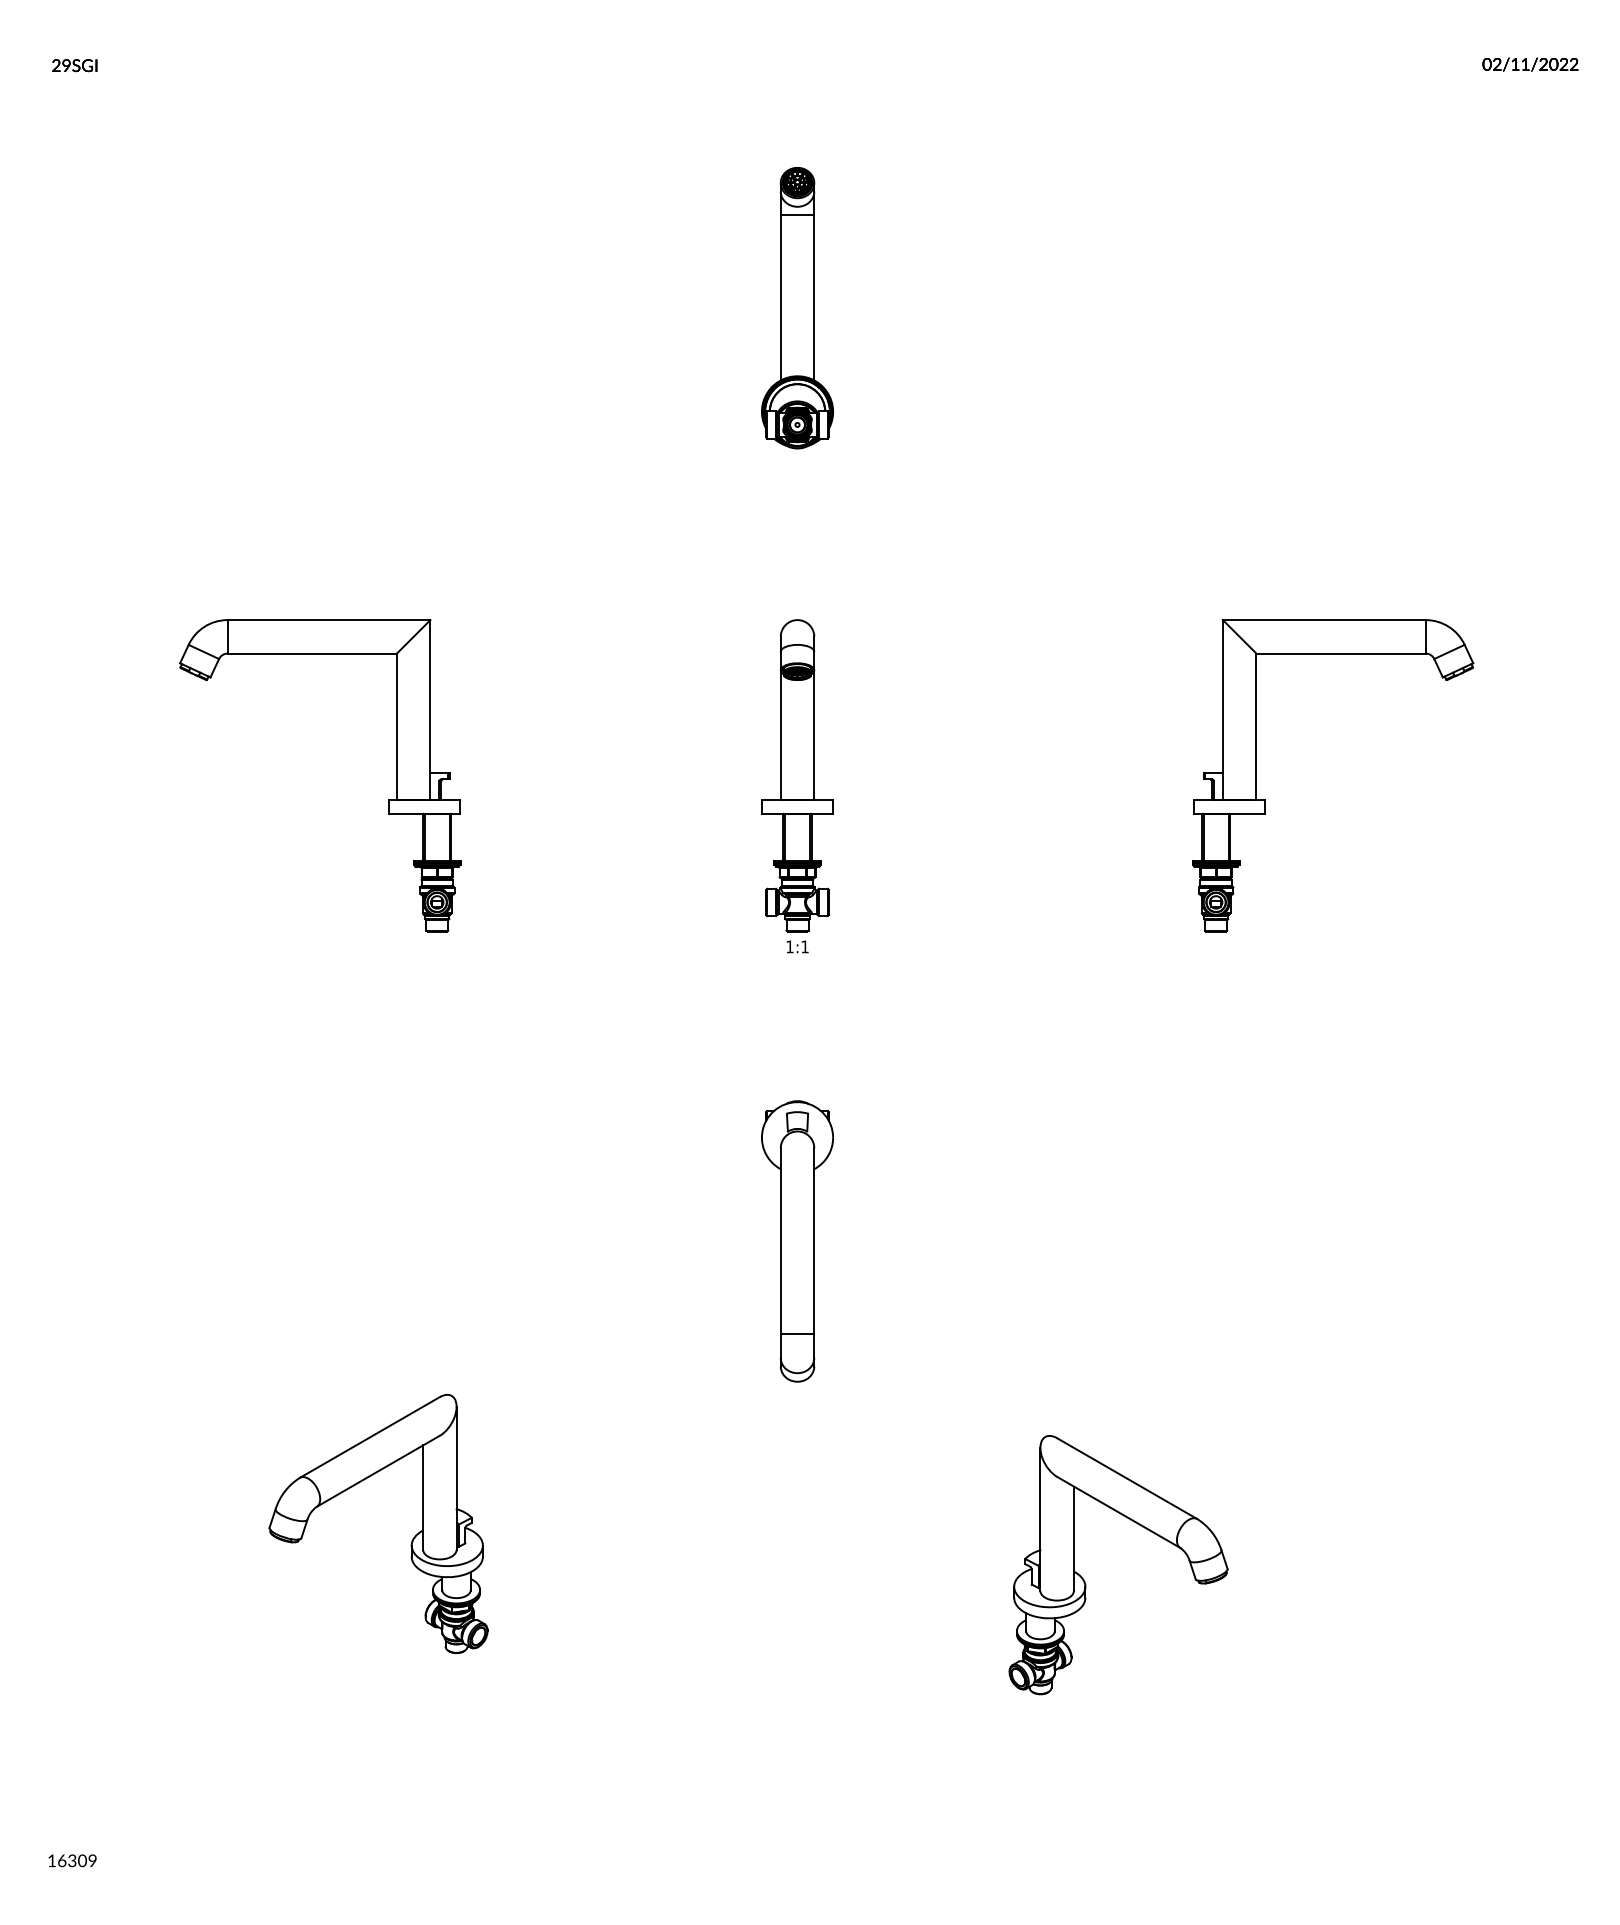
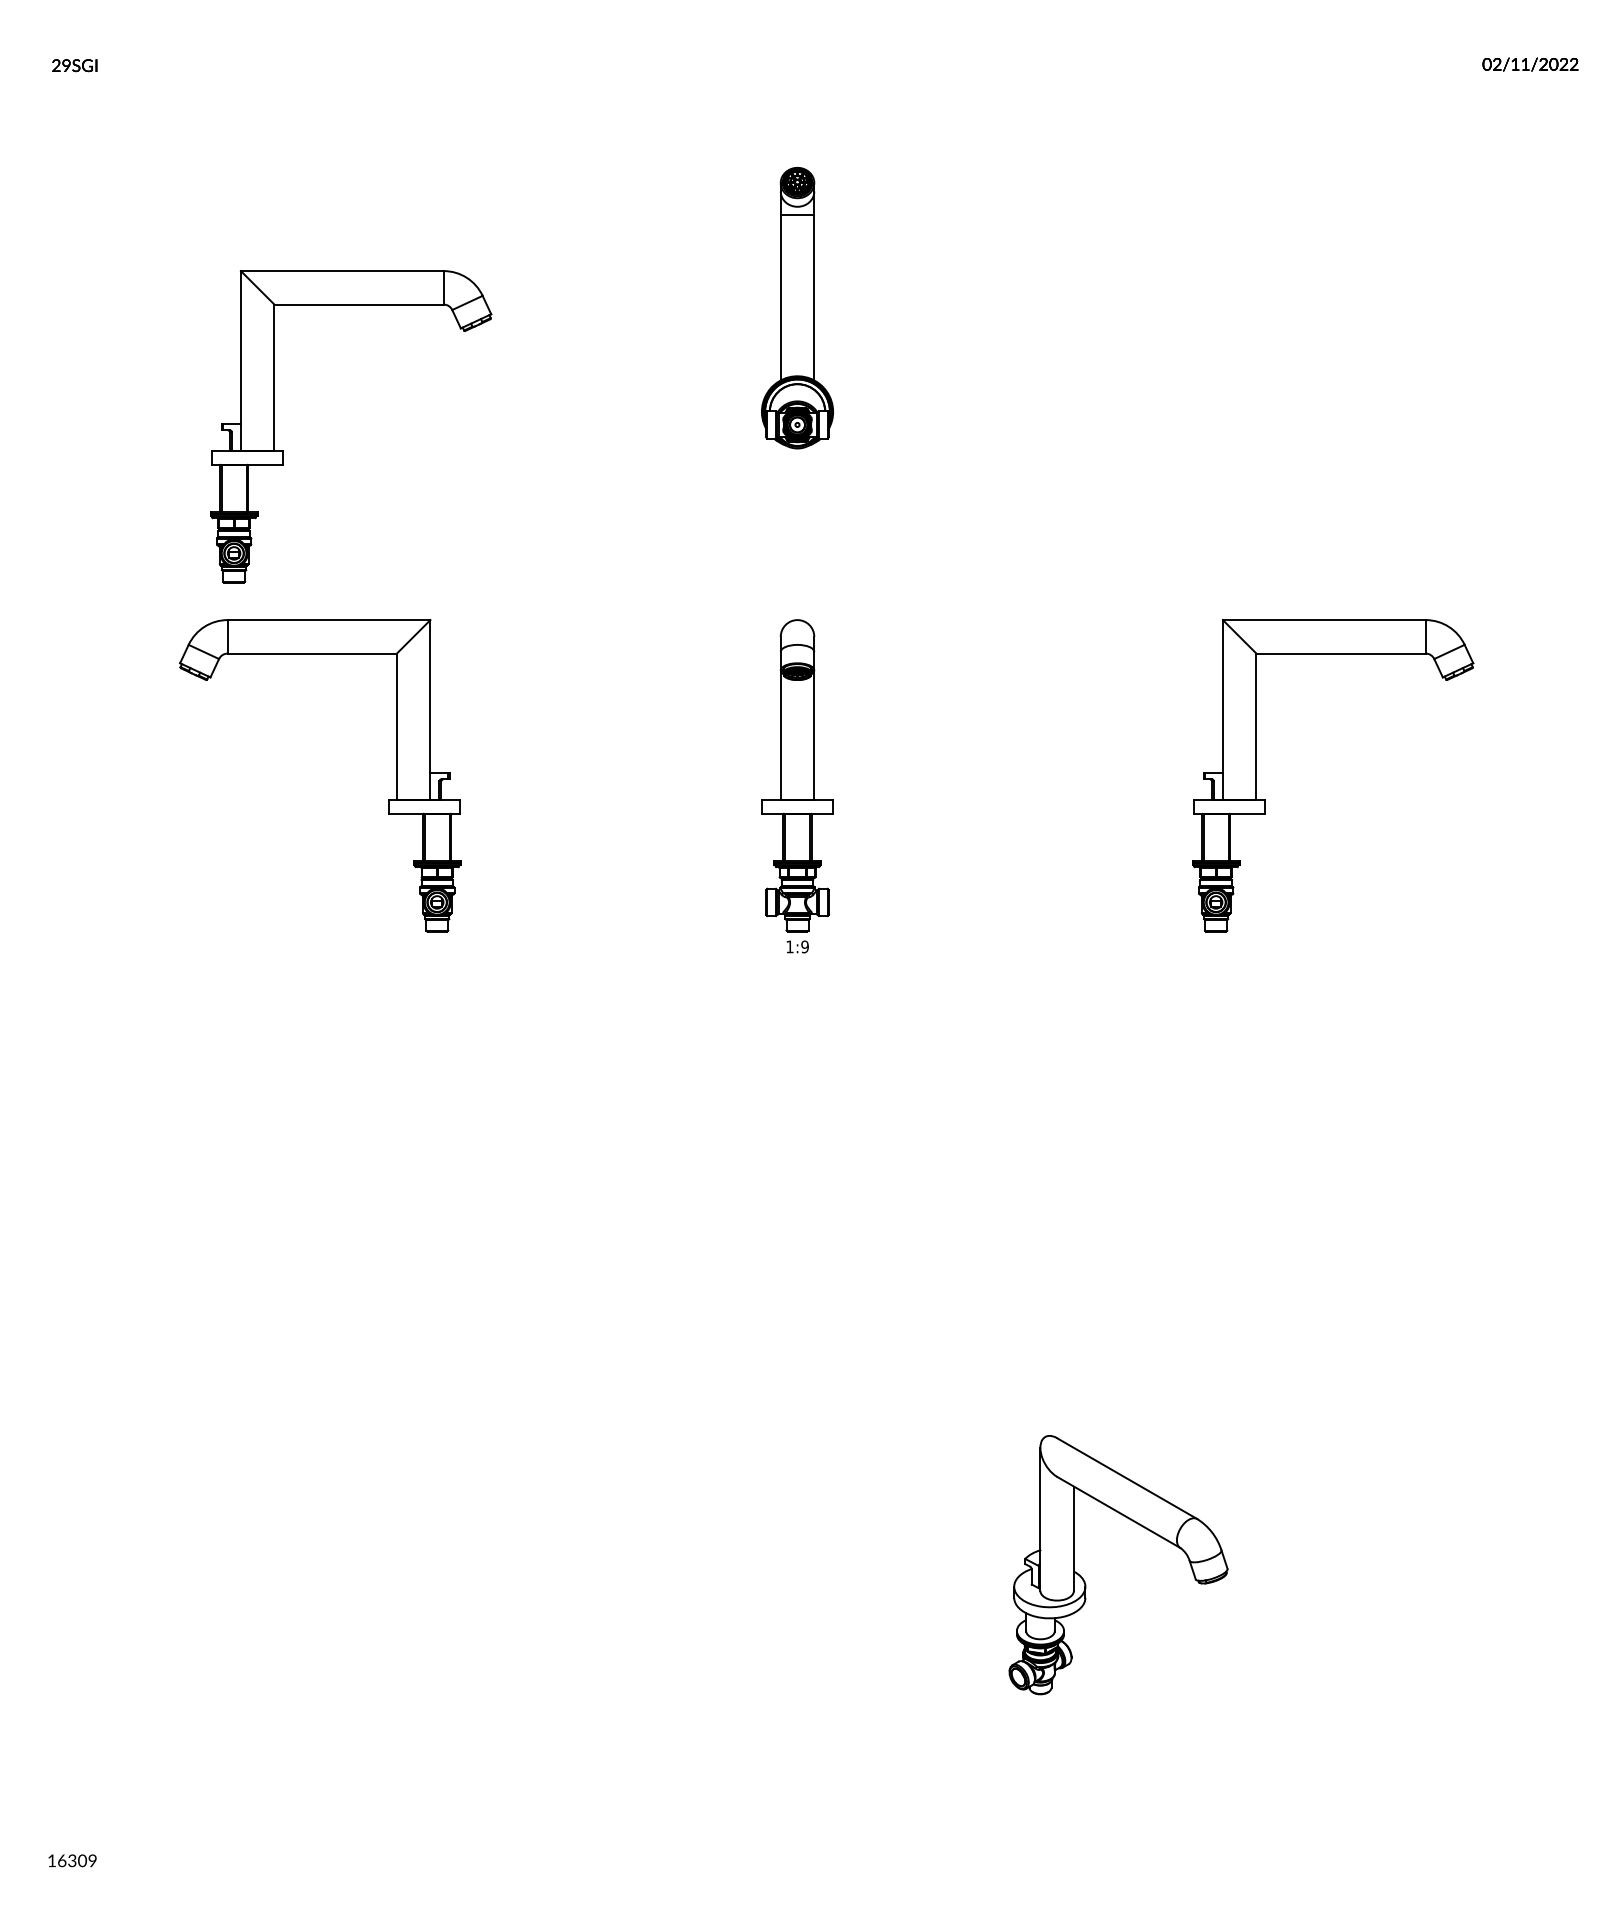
part at (283, 450): none -> present
text at (804, 946): 1:1 -> 1:9
part at (797, 1241): present -> none
part at (411, 1540): present -> none
